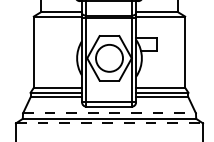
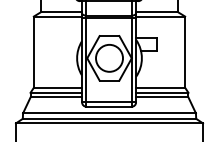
line at (110, 113): dashed -> solid
line at (109, 123): dashed -> solid
